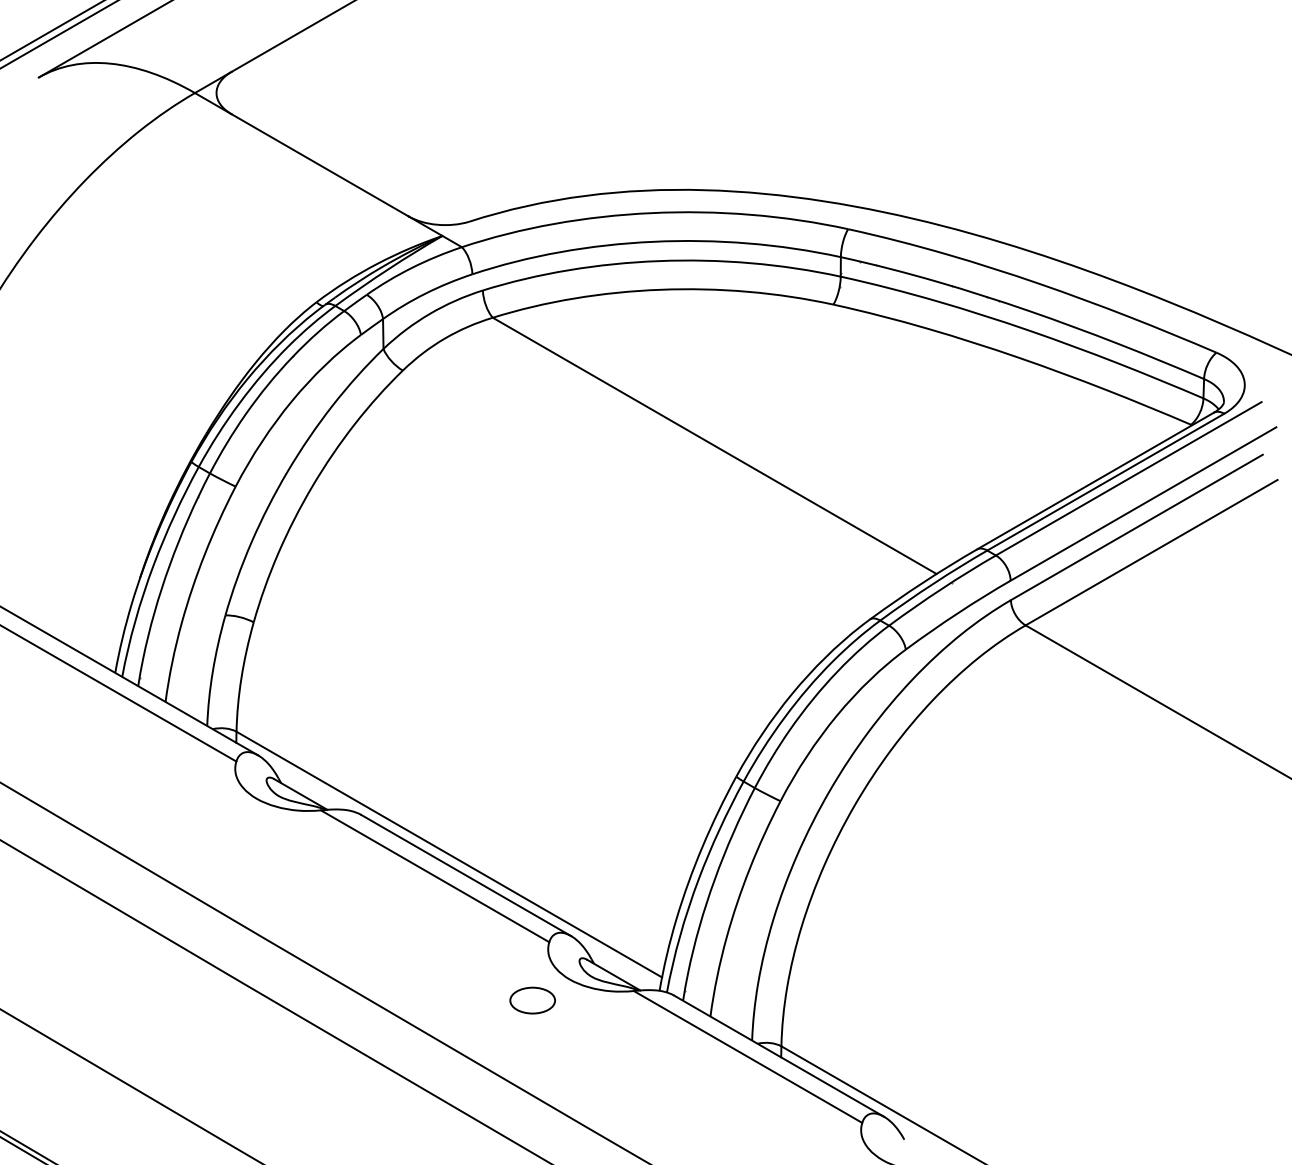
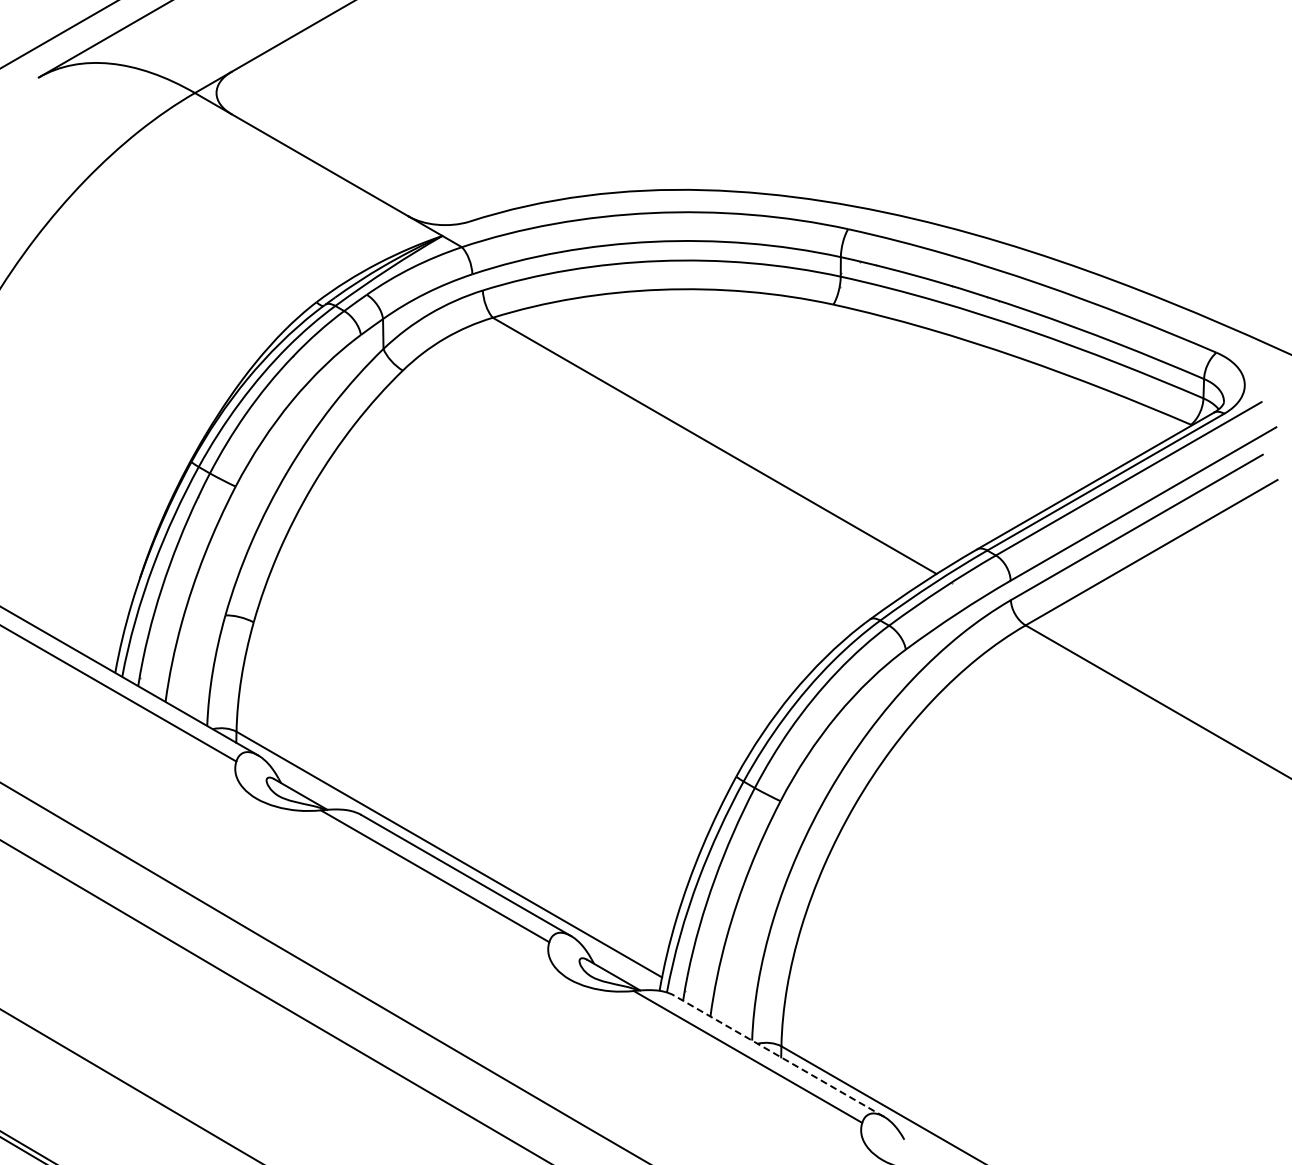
line at (51, 30): present -> none
part at (532, 1000): present -> none
line at (778, 1055): solid -> dashed
